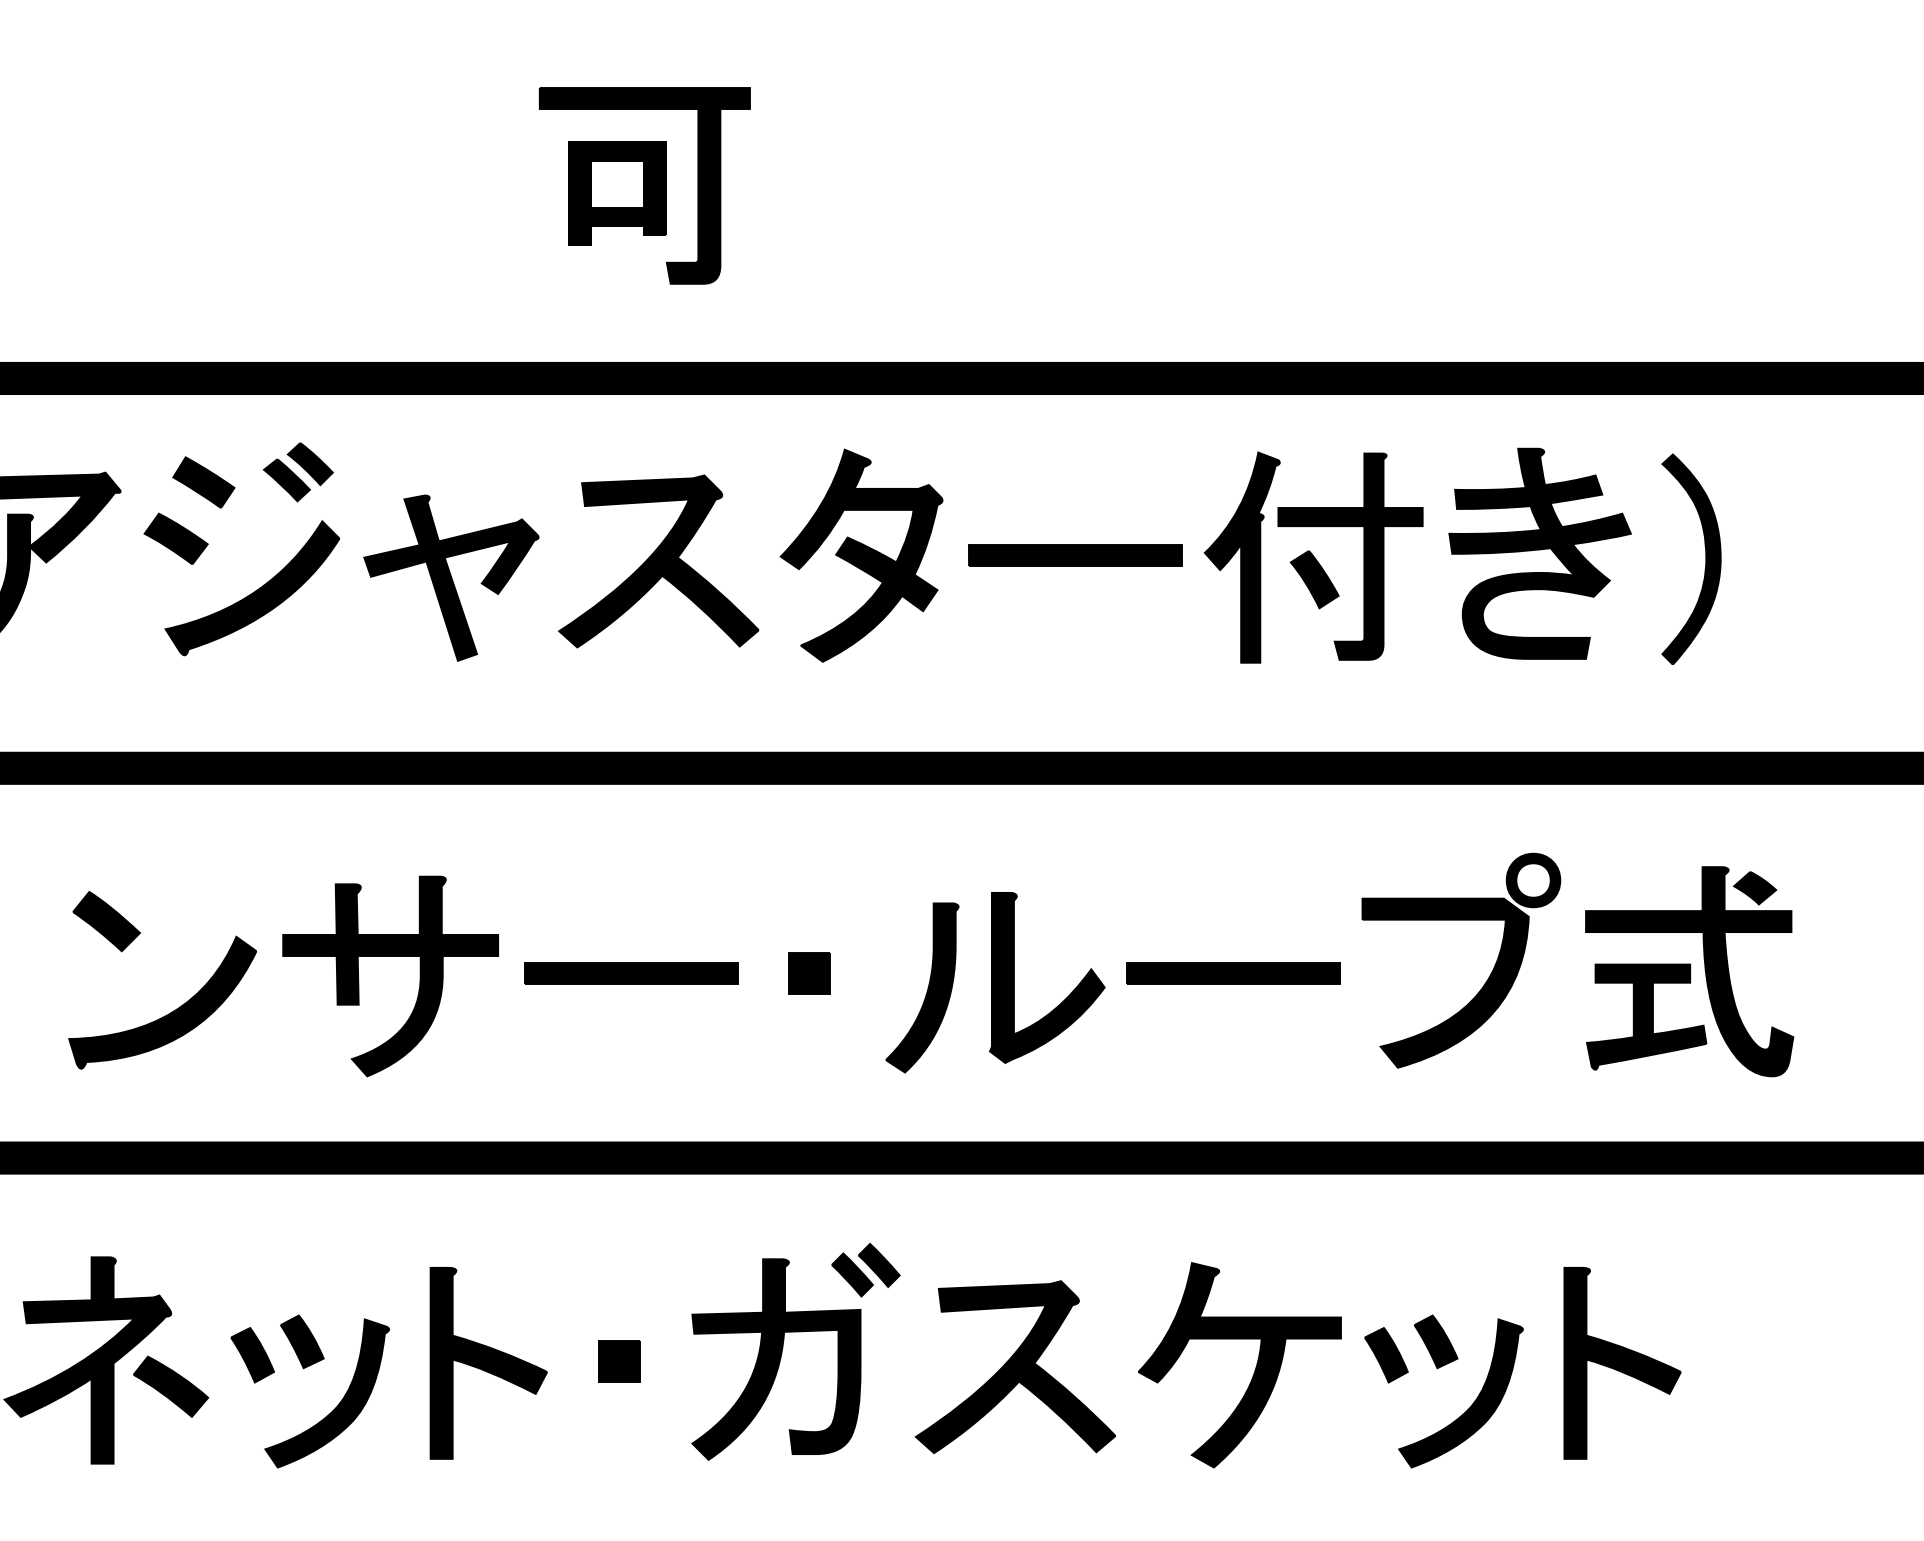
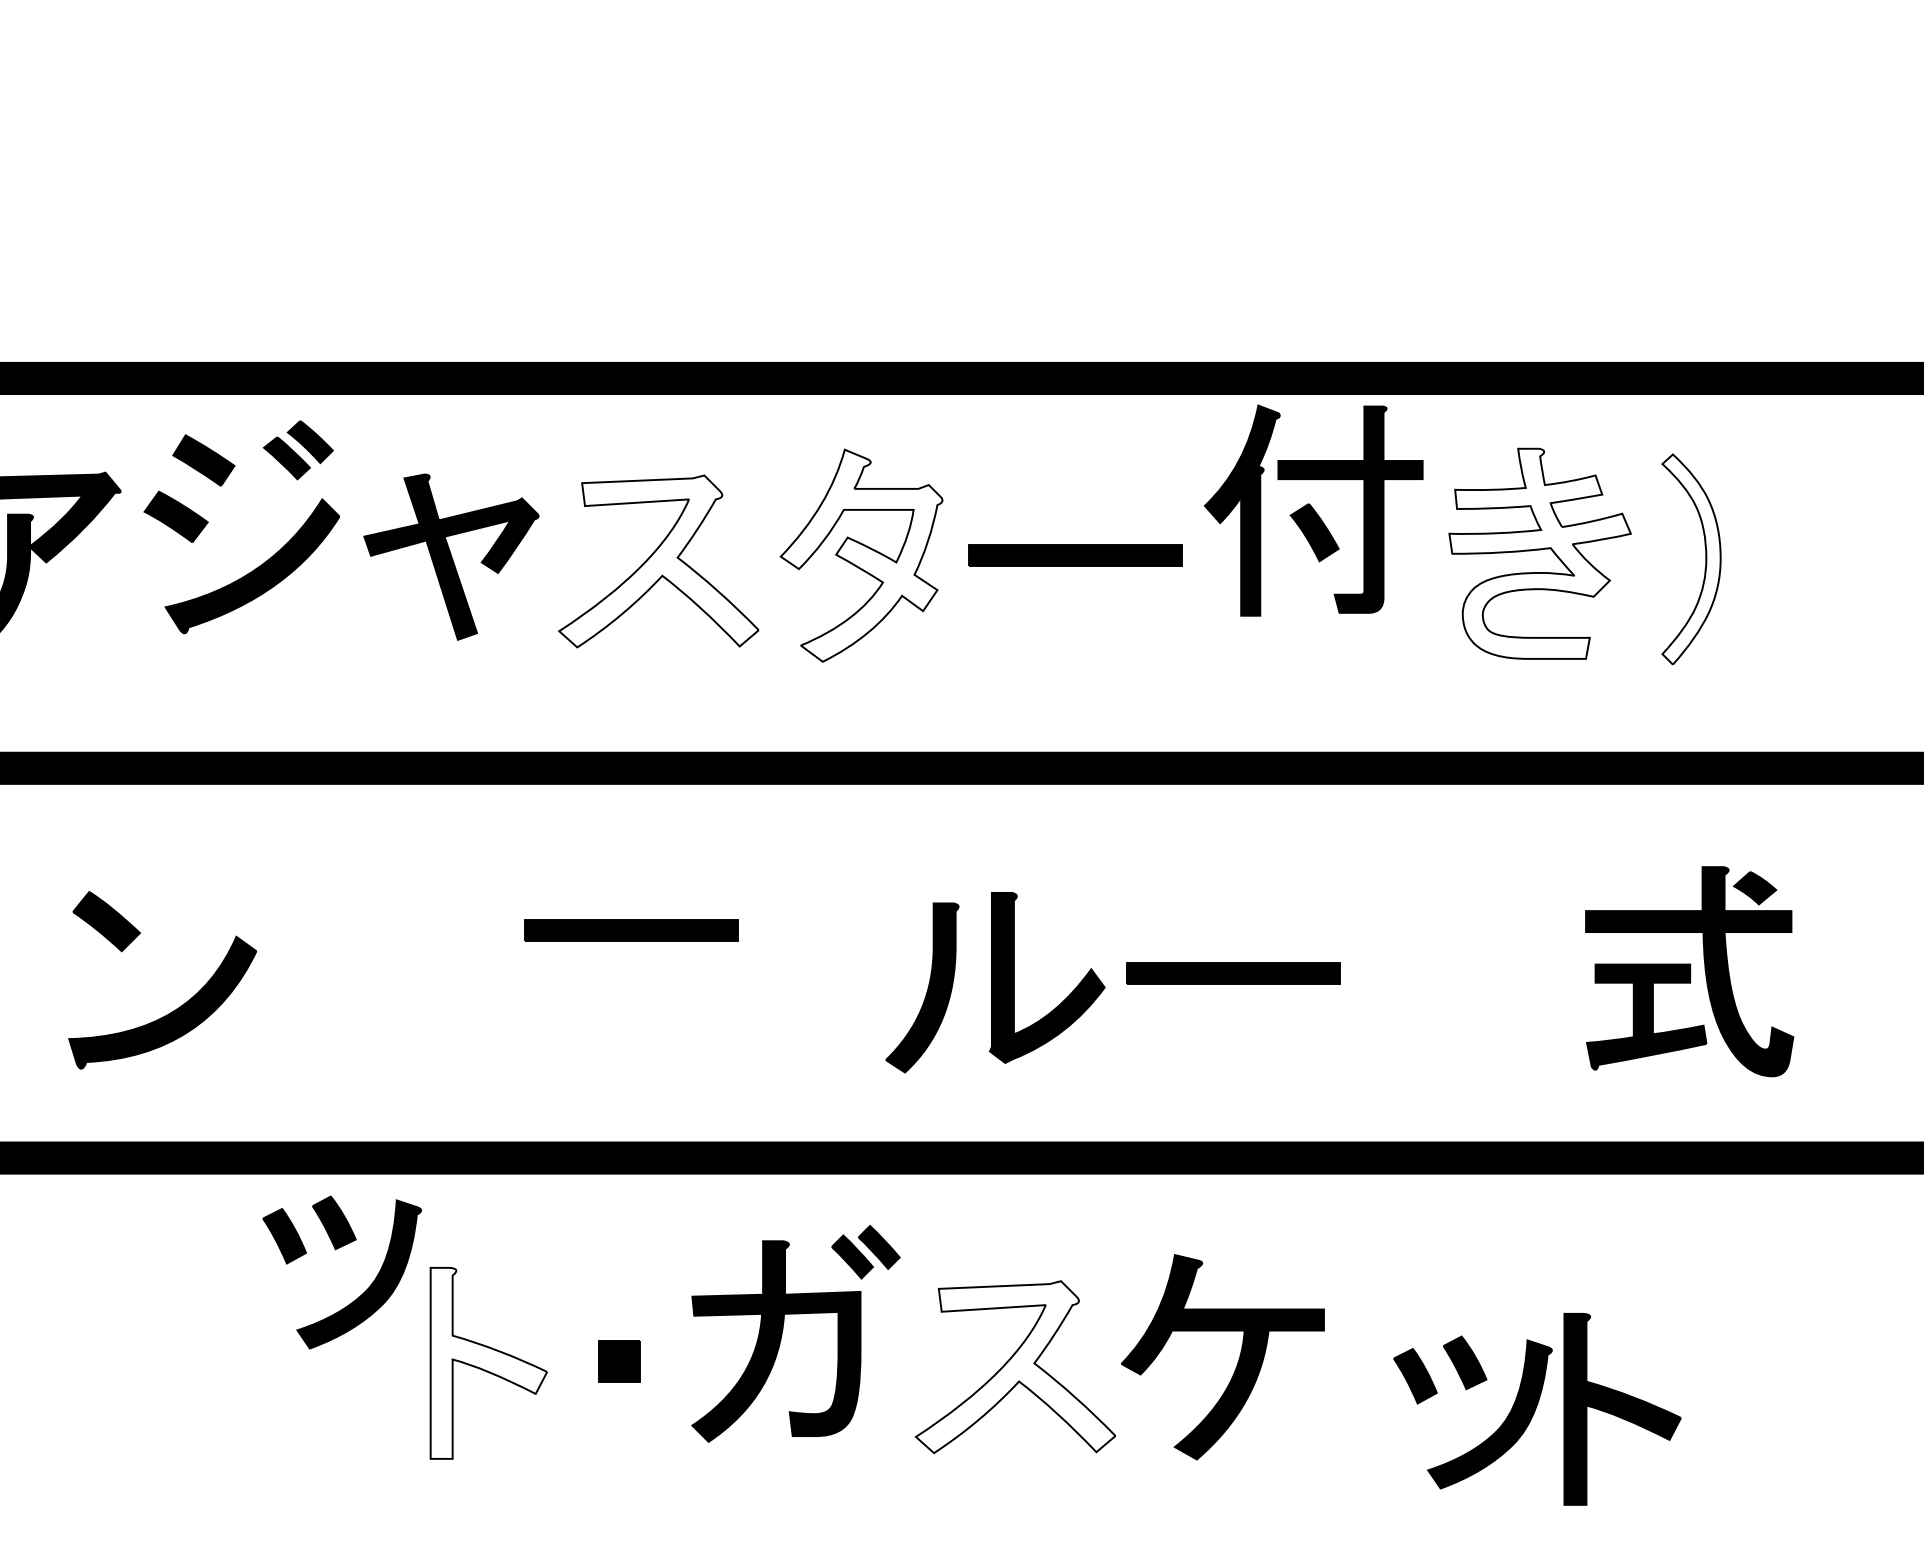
part at (644, 185): present -> none
part at (208, 544) position: (208, 544) -> (208, 522)
fill at (1539, 553): present -> none
fill at (861, 555): present -> none
part at (1313, 557) position: (1313, 557) -> (1313, 510)
fill at (1691, 559): present -> none
fill at (658, 561): present -> none
part at (451, 577) position: (451, 577) -> (451, 556)
part at (390, 956): present -> none
part at (631, 973) position: (631, 973) -> (631, 930)
part at (809, 973): present -> none
part at (1489, 975): present -> none
part at (783, 1348) position: (783, 1348) -> (783, 1330)
part at (106, 1360): present -> none
fill at (488, 1362): present -> none
part at (1622, 1363) position: (1622, 1363) -> (1622, 1409)
fill at (1015, 1367): present -> none
part at (303, 1369) position: (303, 1369) -> (335, 1250)
part at (1437, 1369) position: (1437, 1369) -> (1466, 1390)
part at (1254, 1370) position: (1254, 1370) -> (1237, 1362)
